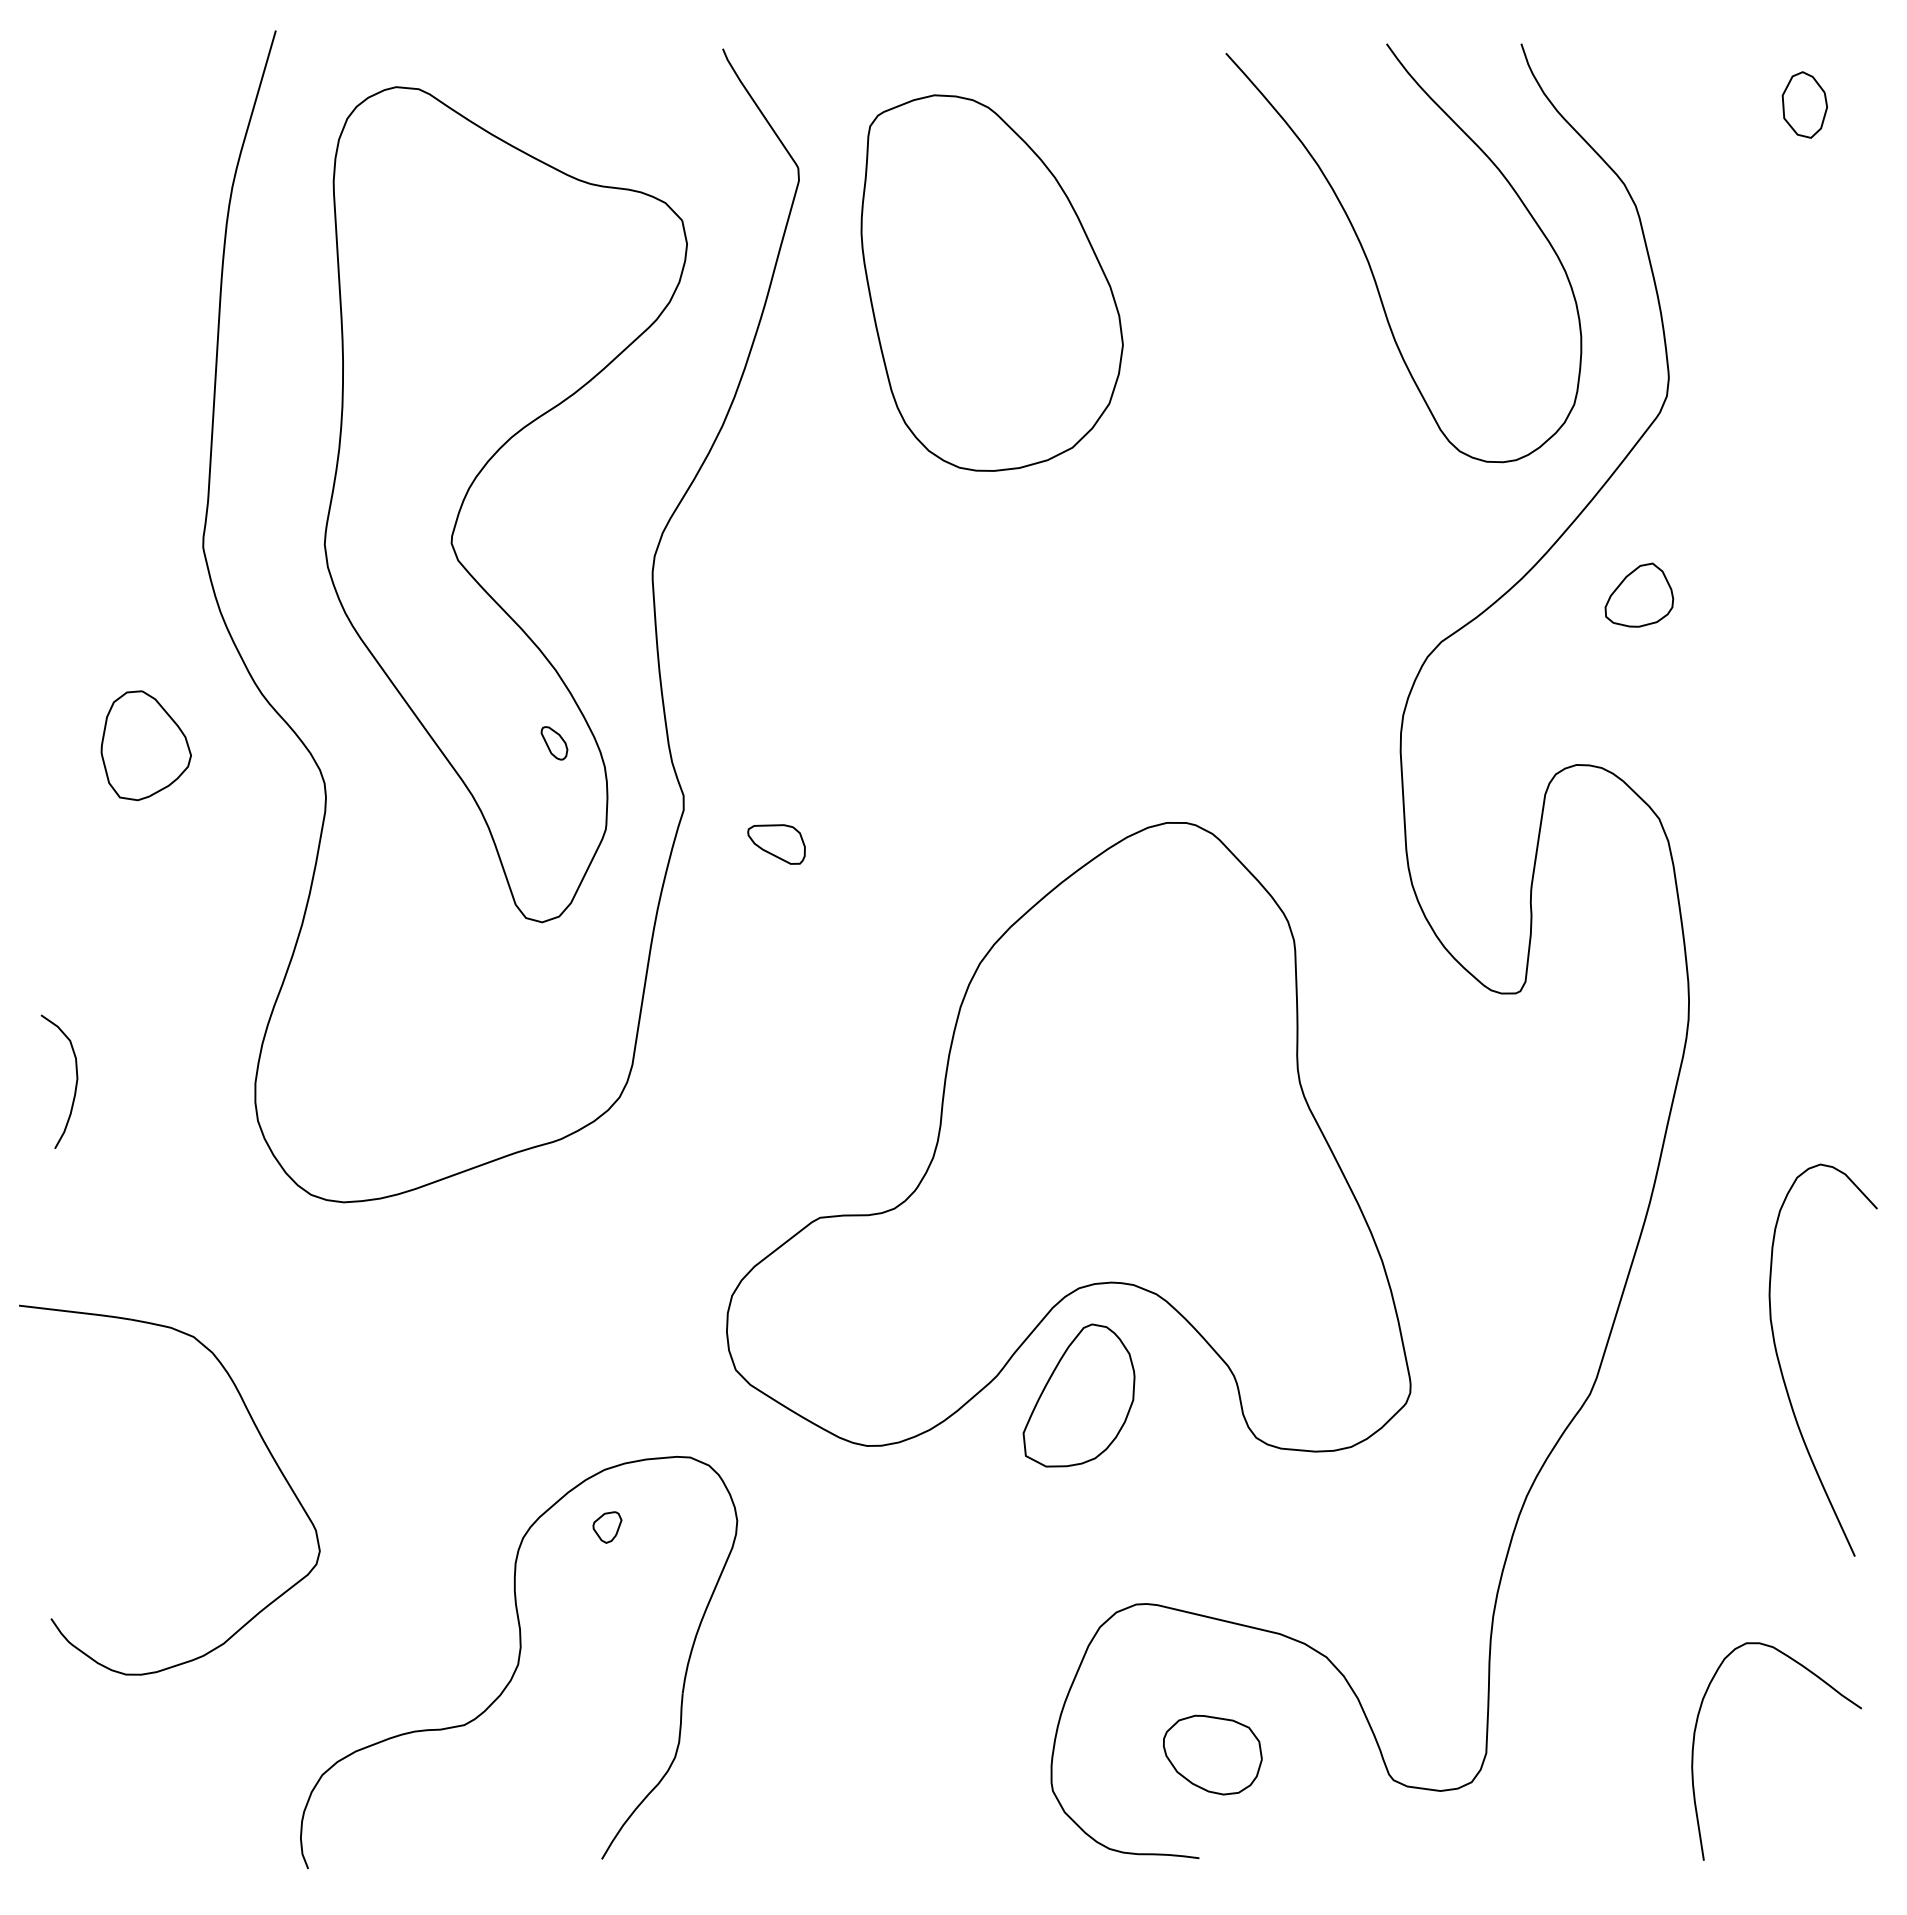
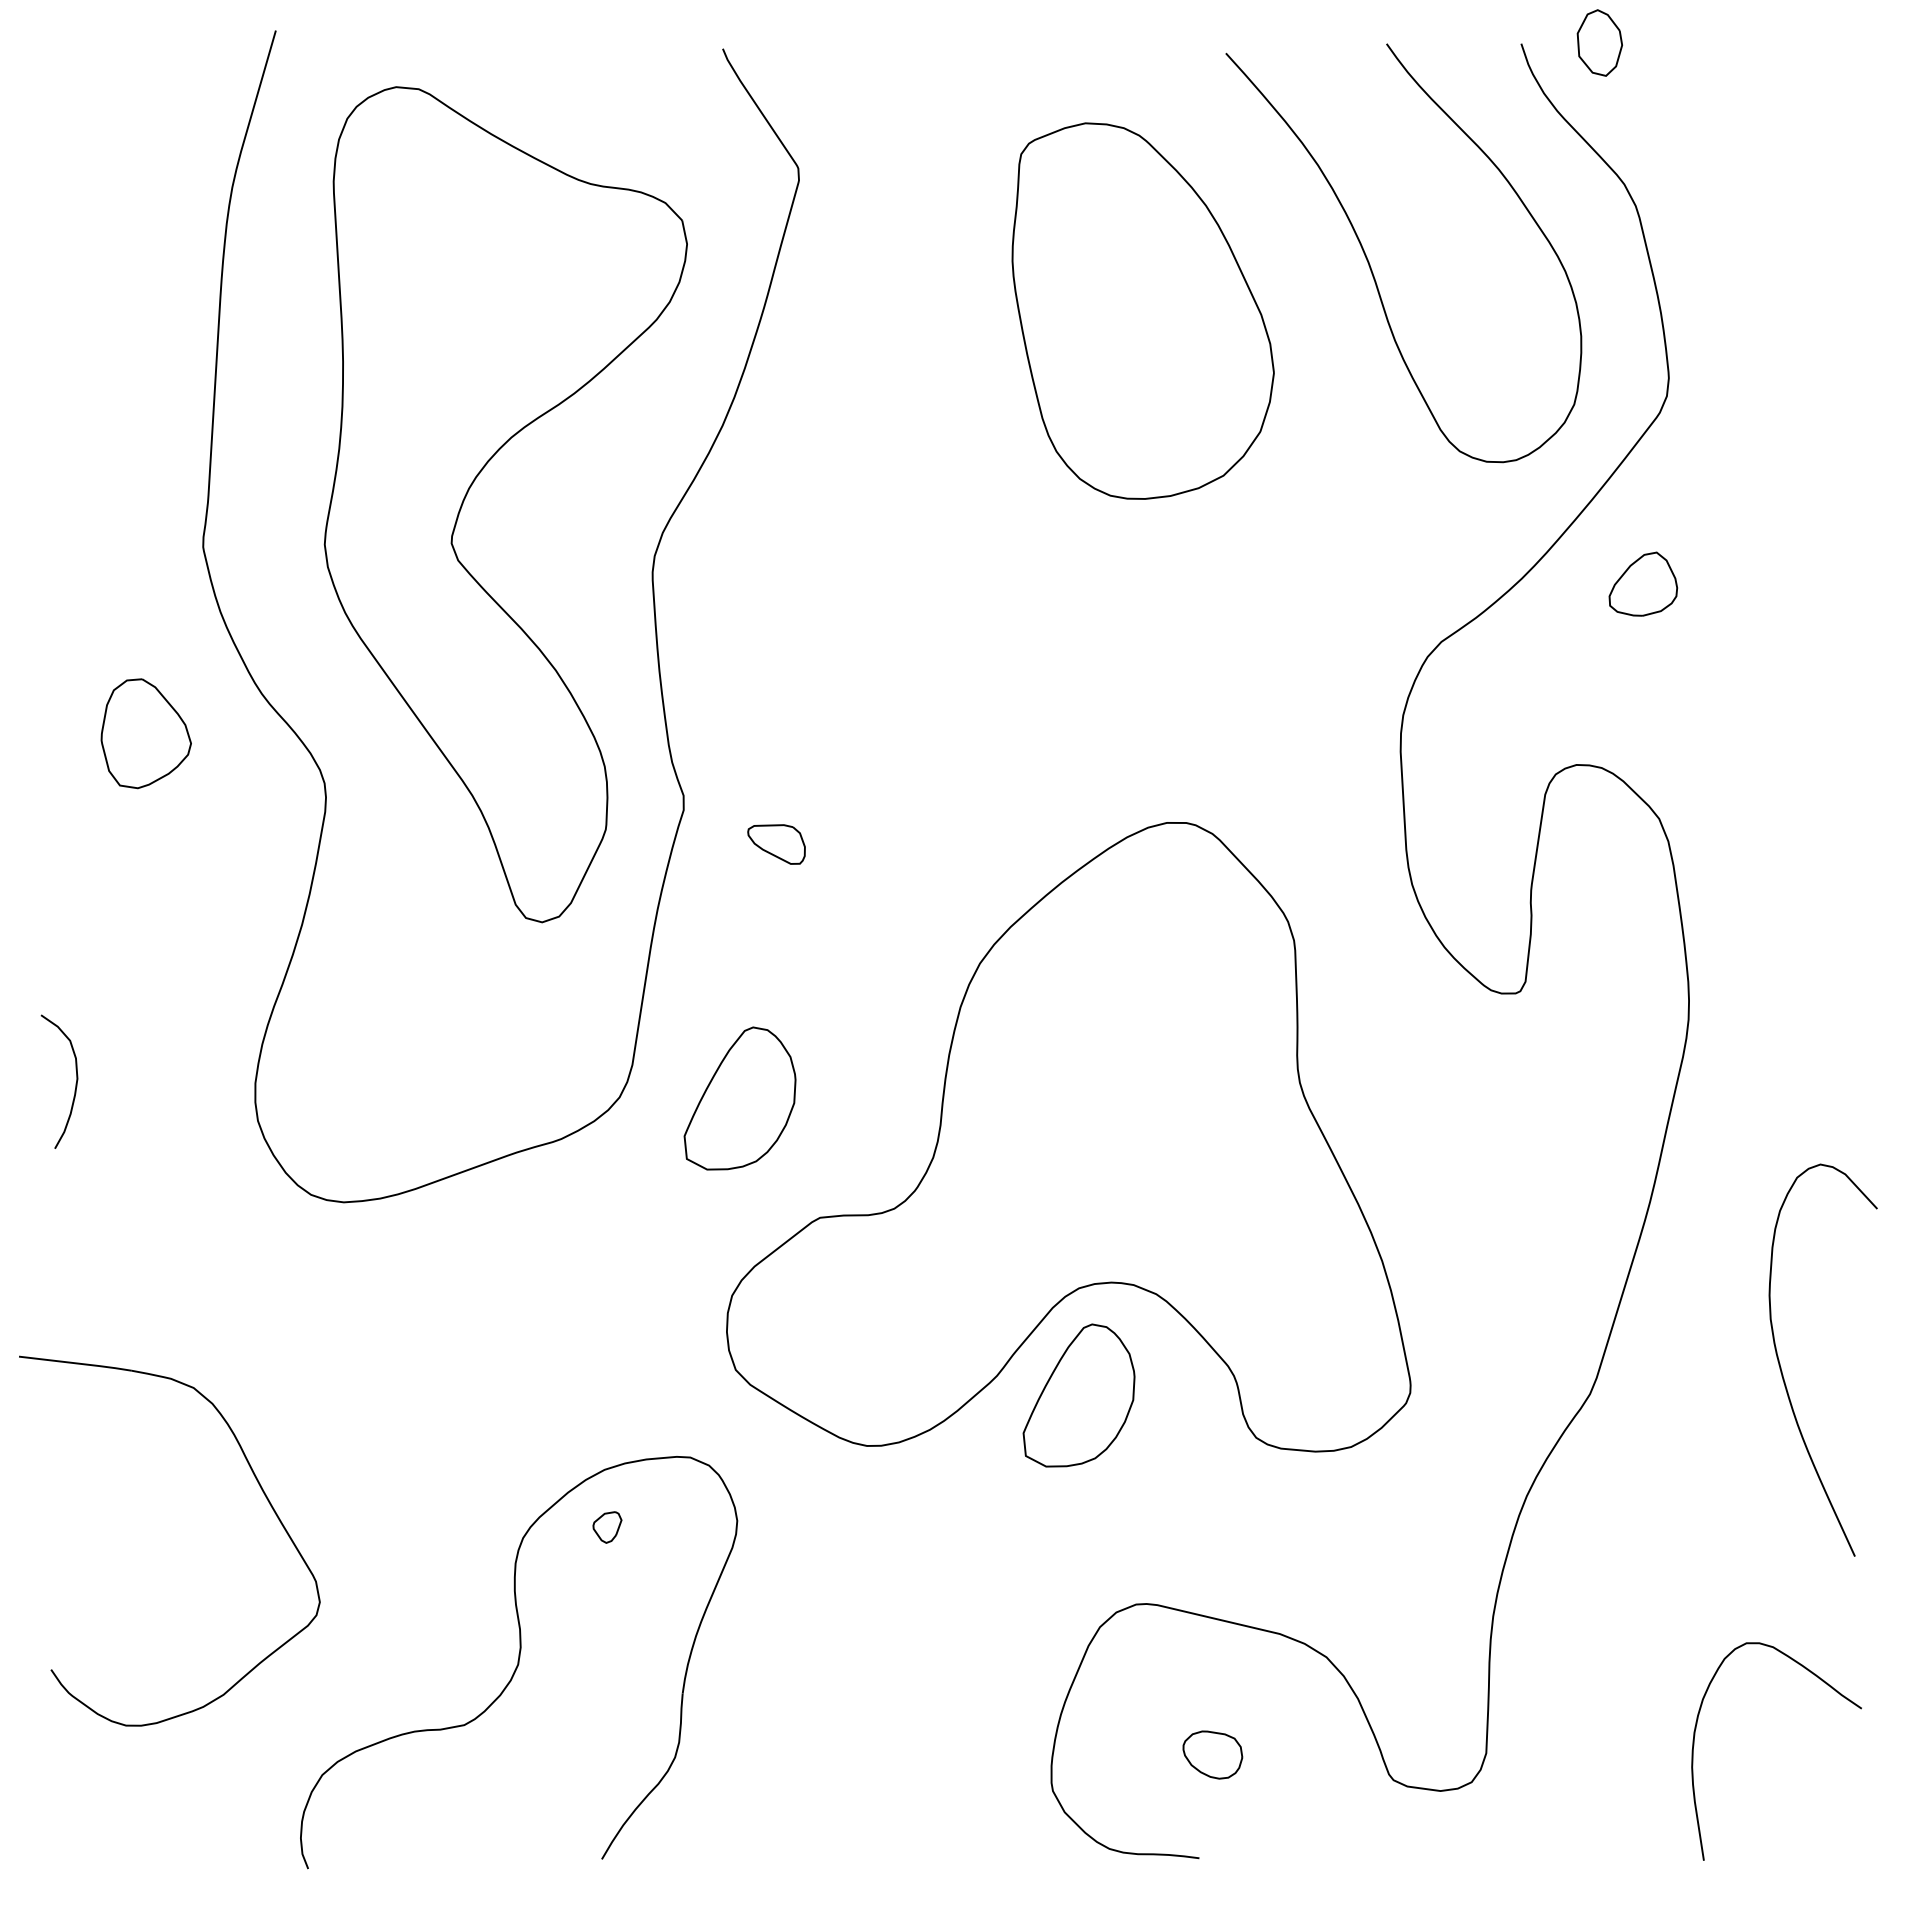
part at (1804, 104) position: (1804, 104) -> (1599, 42)
part at (991, 282) position: (991, 282) -> (1142, 310)
part at (1639, 594) position: (1639, 594) -> (1643, 583)
part at (554, 743): present -> none
part at (145, 745) position: (145, 745) -> (145, 733)
part at (739, 1098): none -> present
part at (261, 1439) position: (261, 1439) -> (261, 1490)
part at (1212, 1754) size: 100x82 px -> 62x50 px
